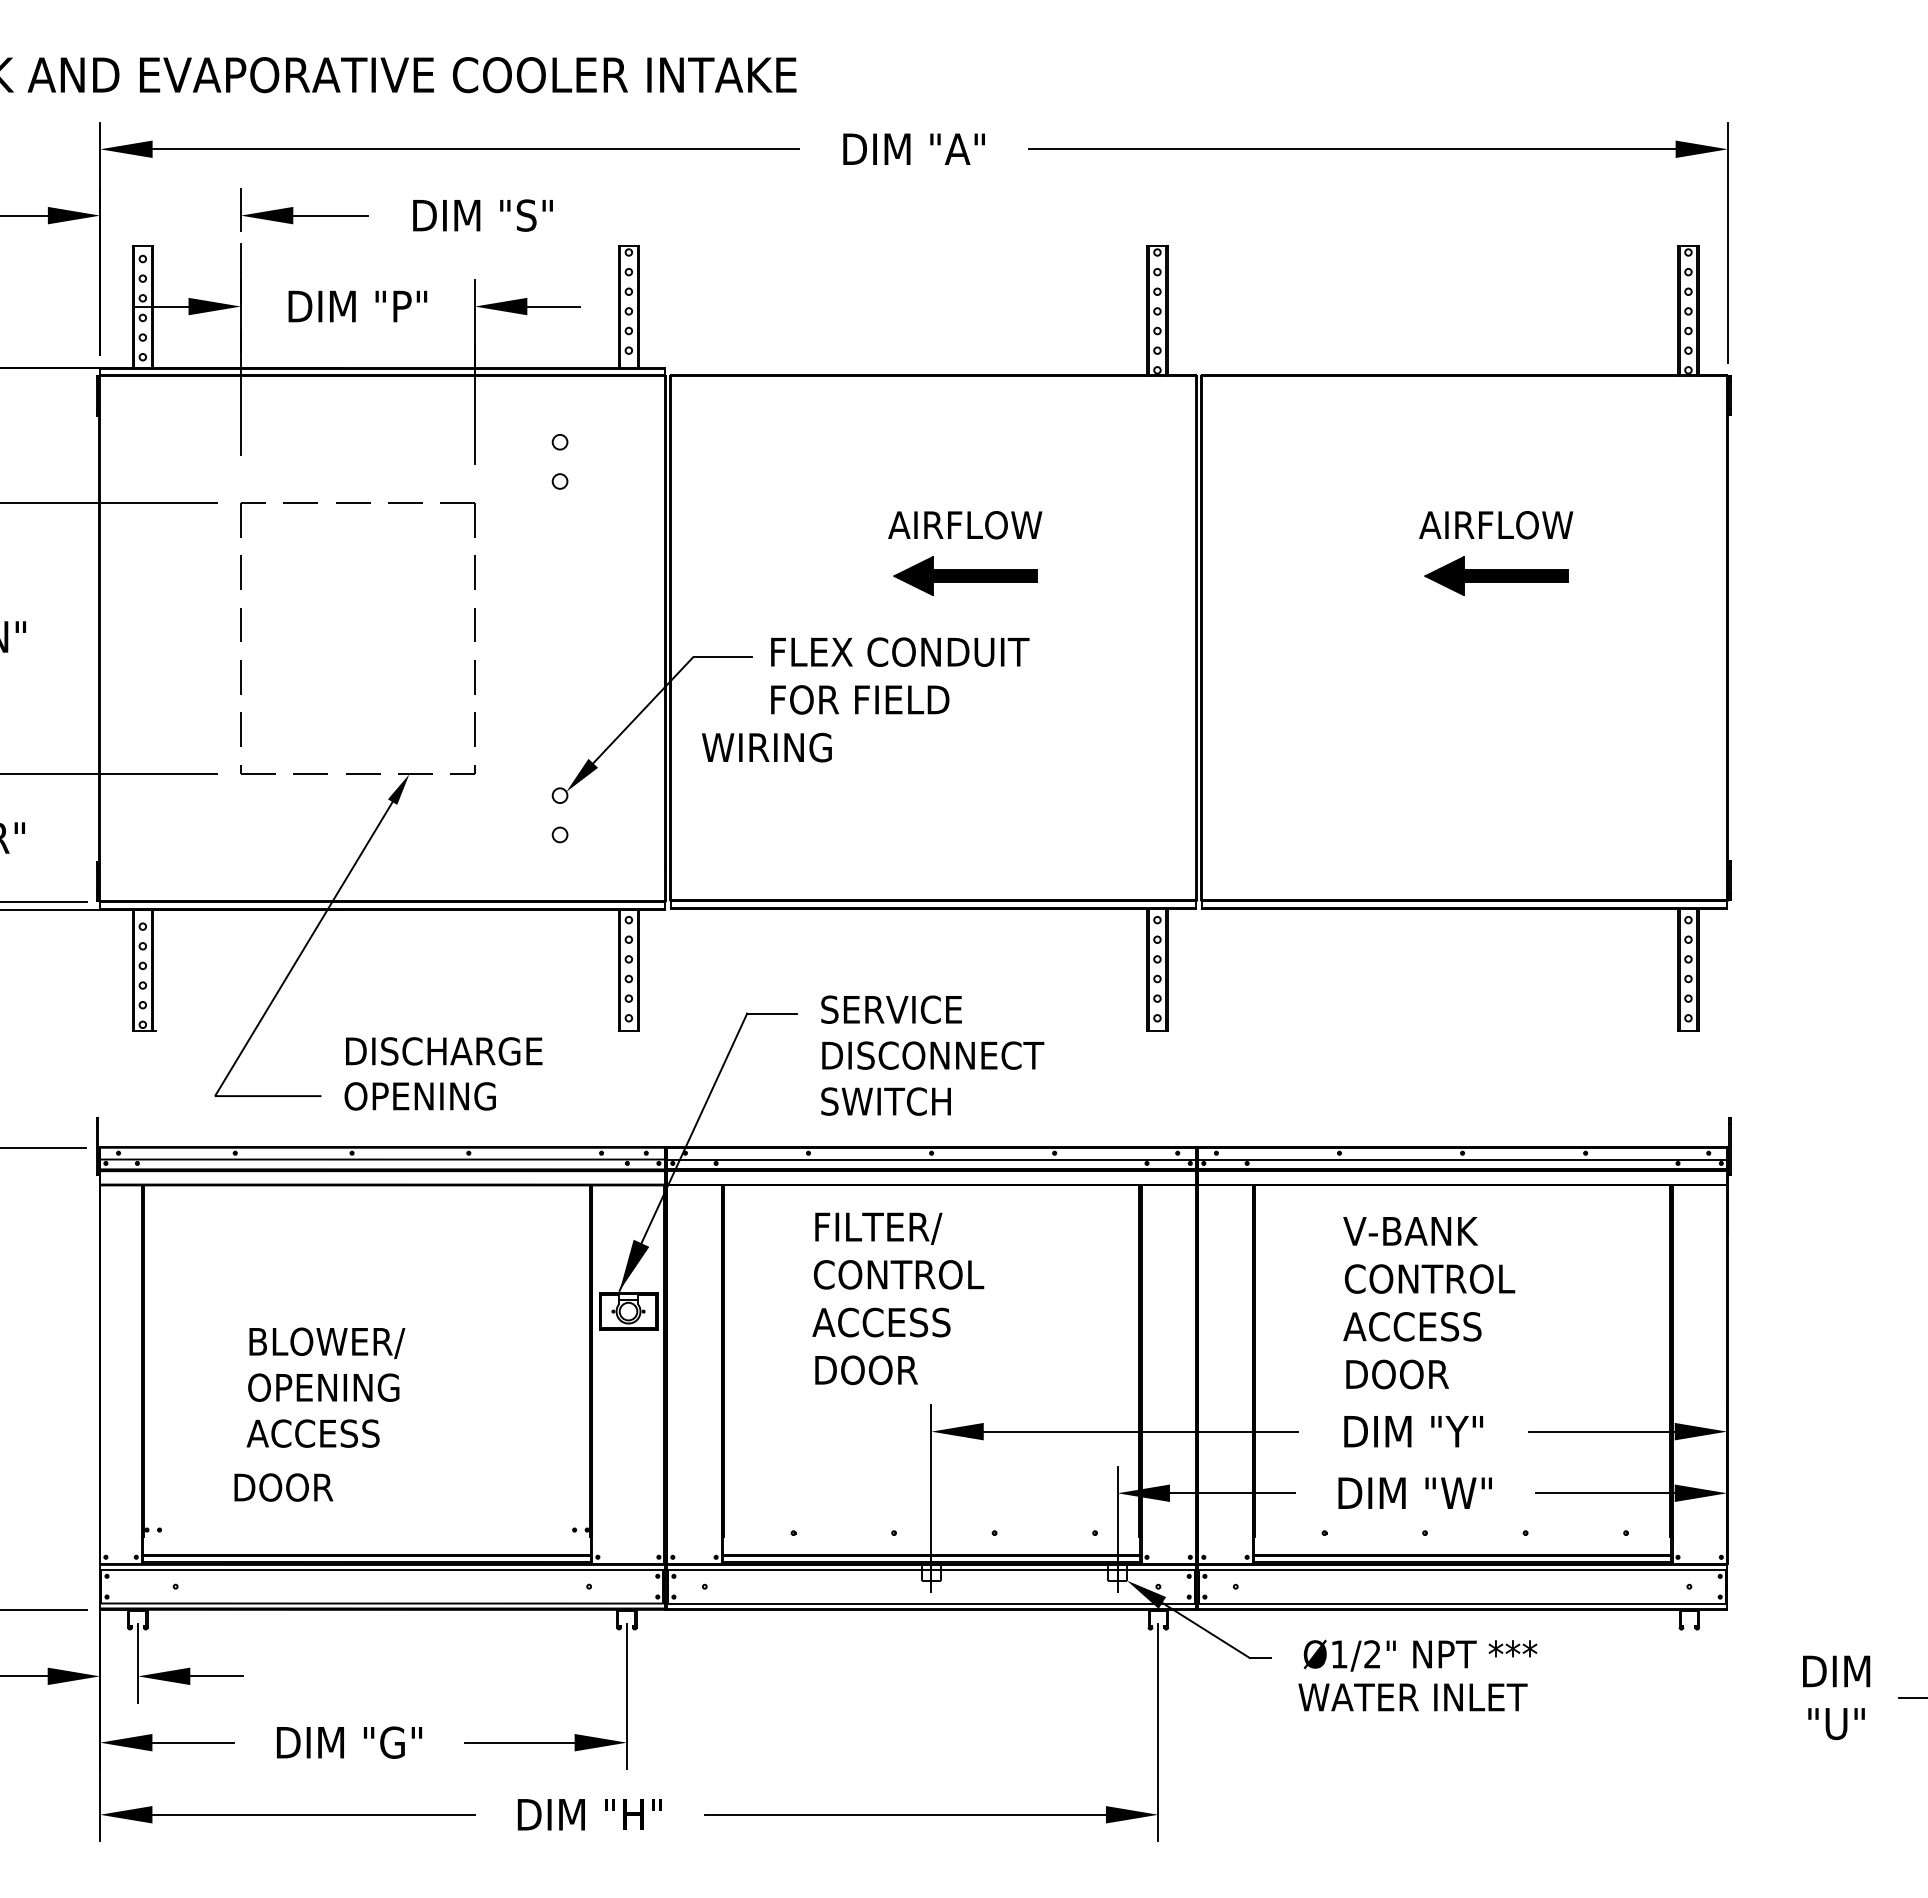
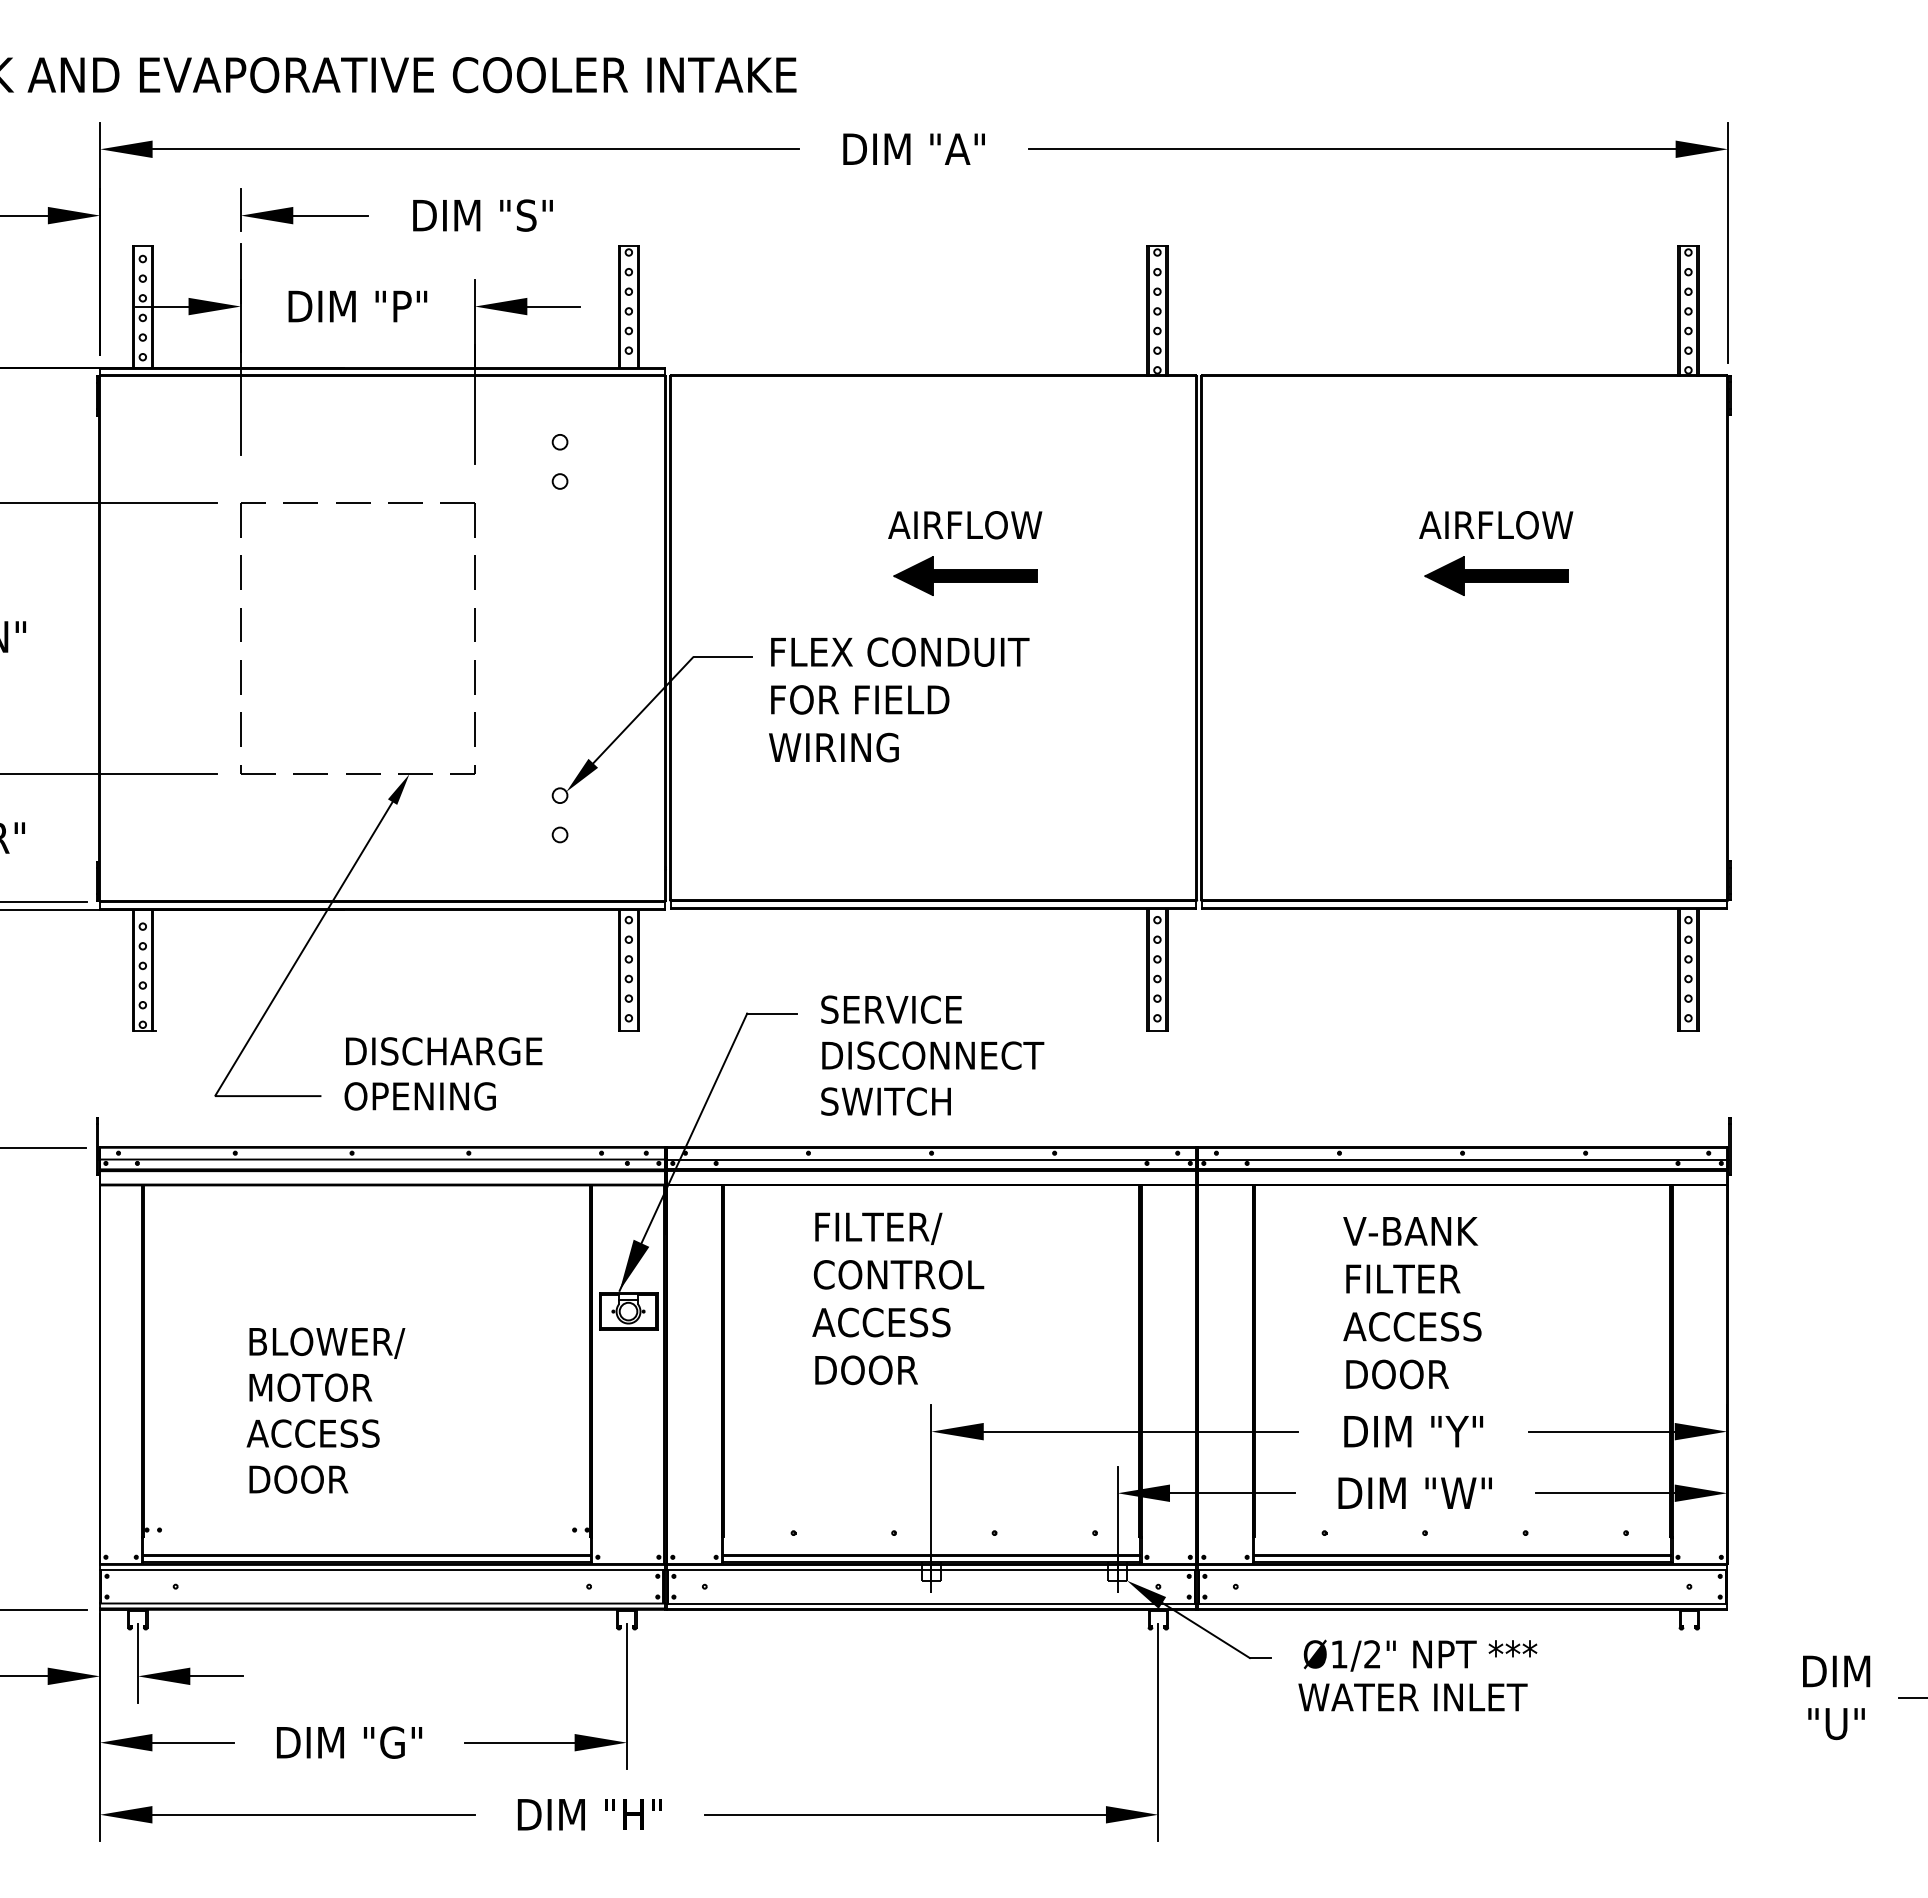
text at (766, 747) position: (766, 747) -> (833, 747)
text at (1429, 1278): CONTROL -> FILTER
text at (323, 1387): OPENING -> MOTOR
text at (283, 1487) position: (283, 1487) -> (298, 1479)
